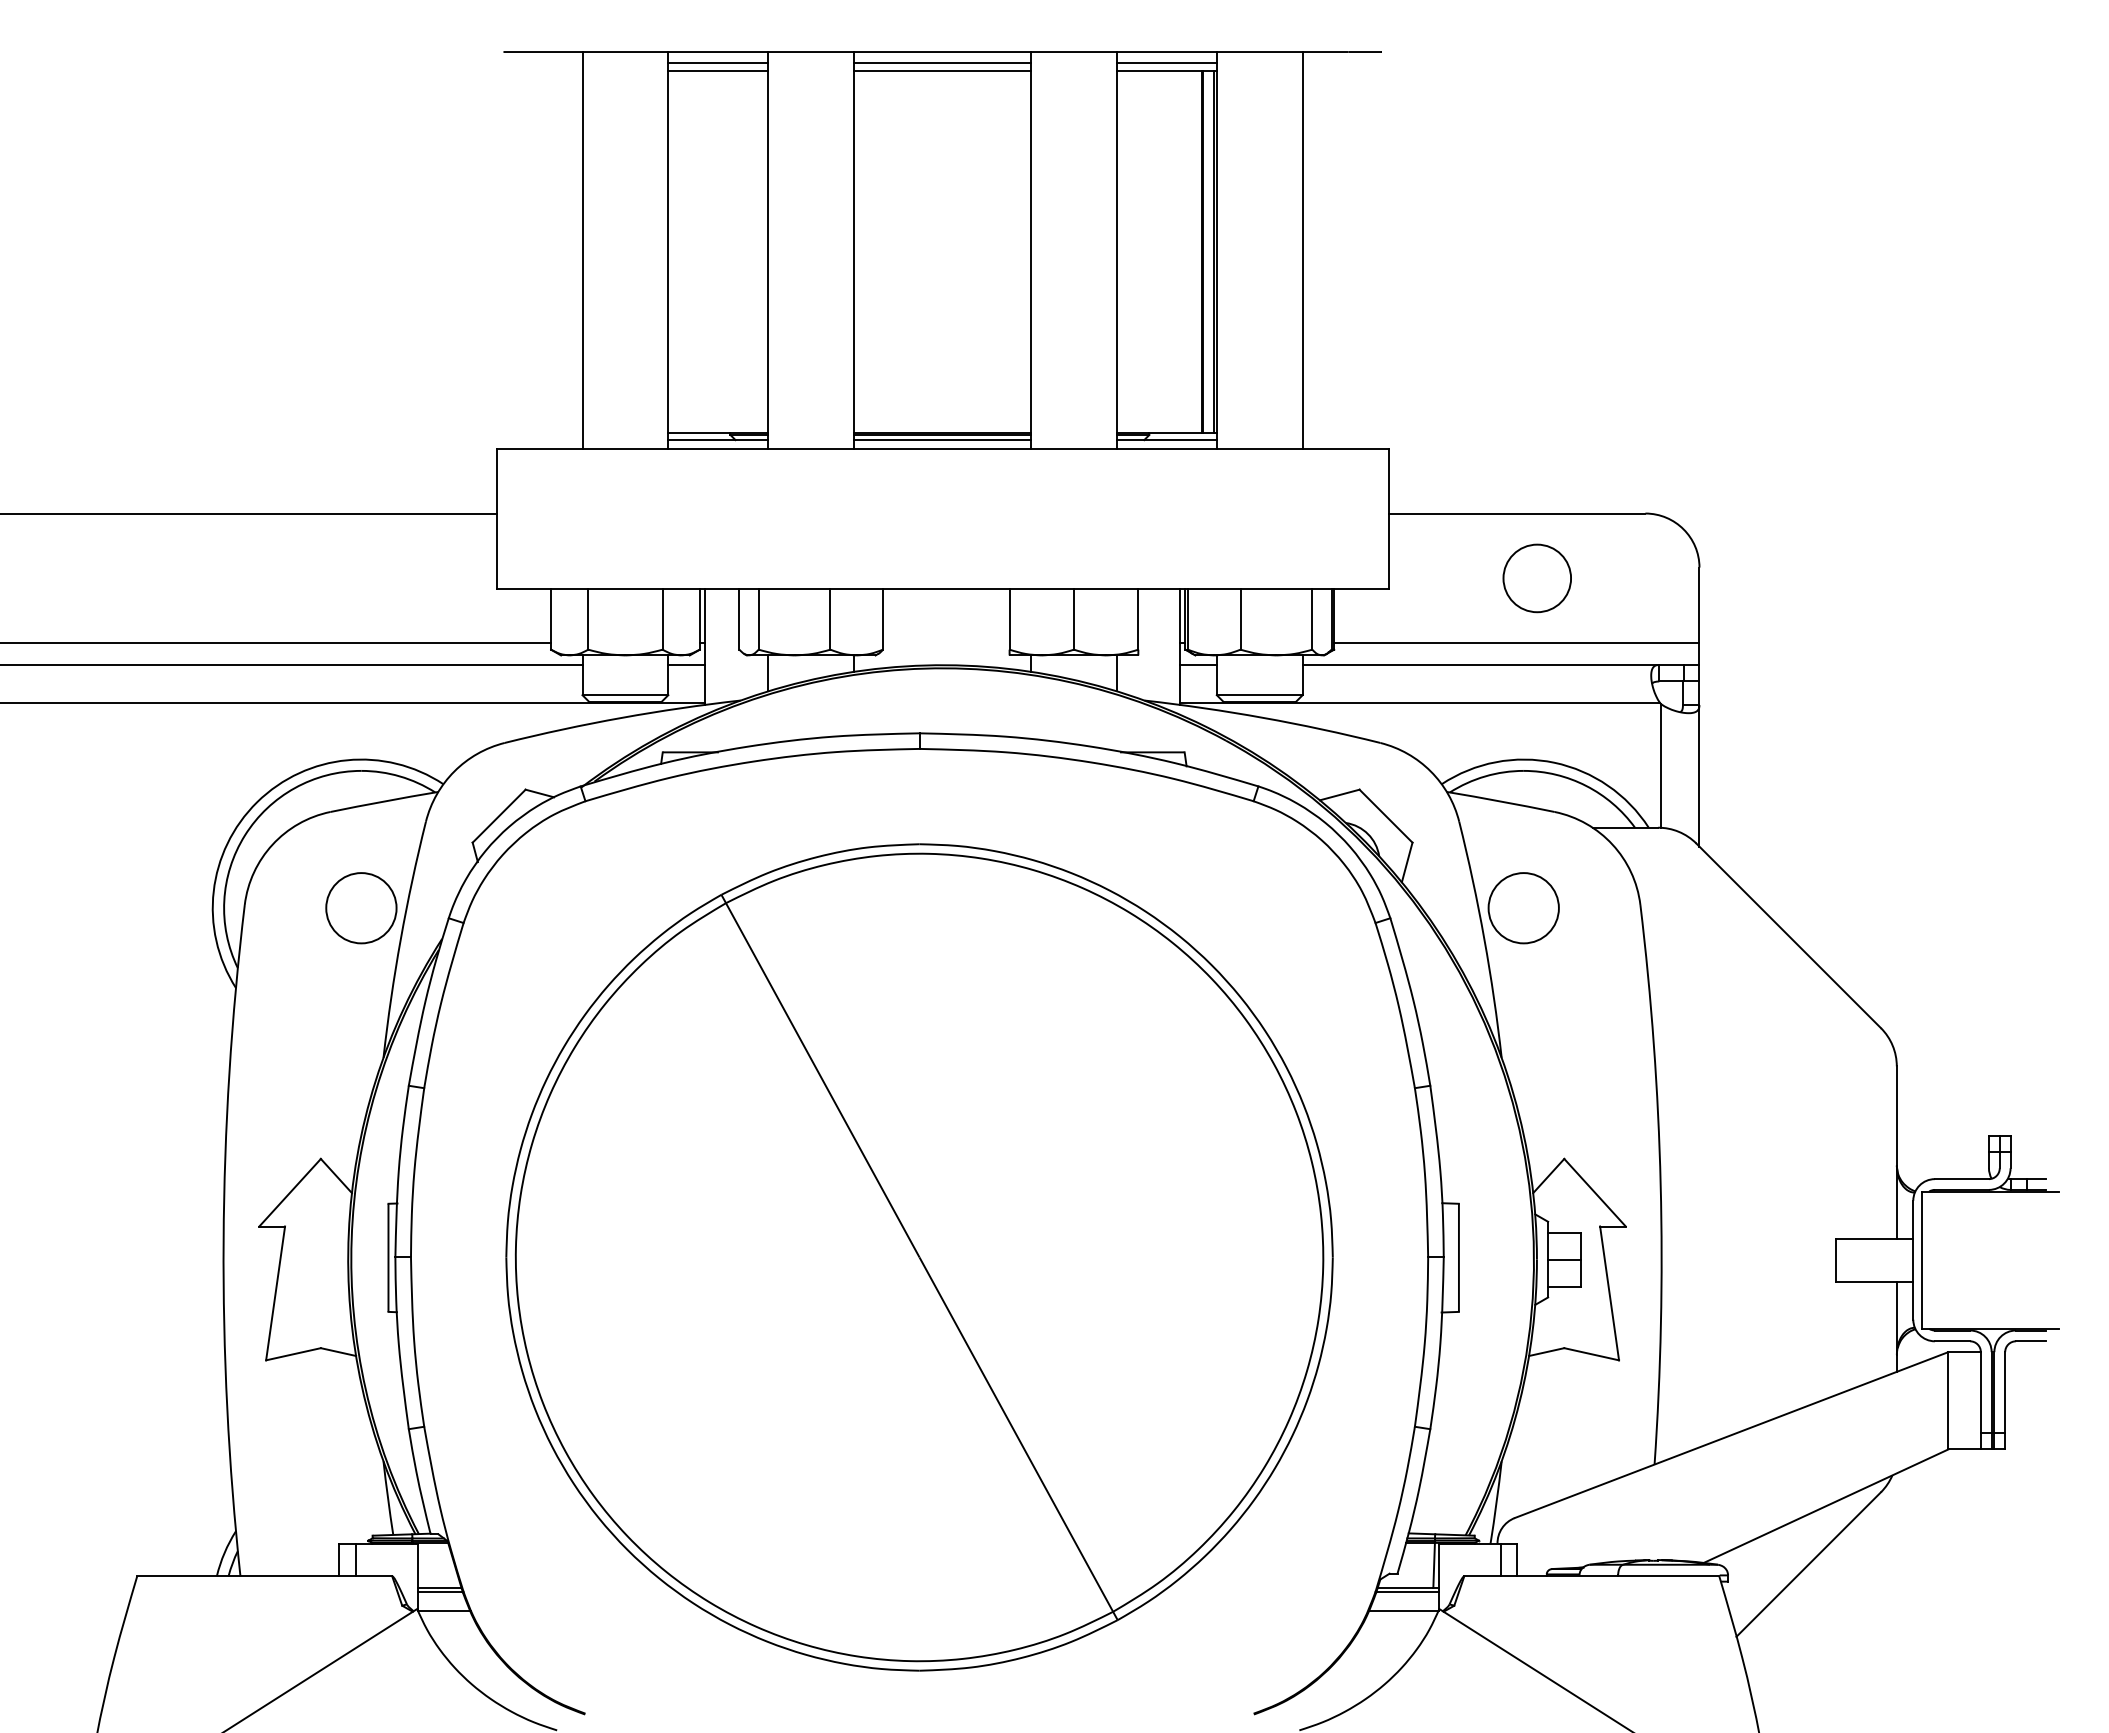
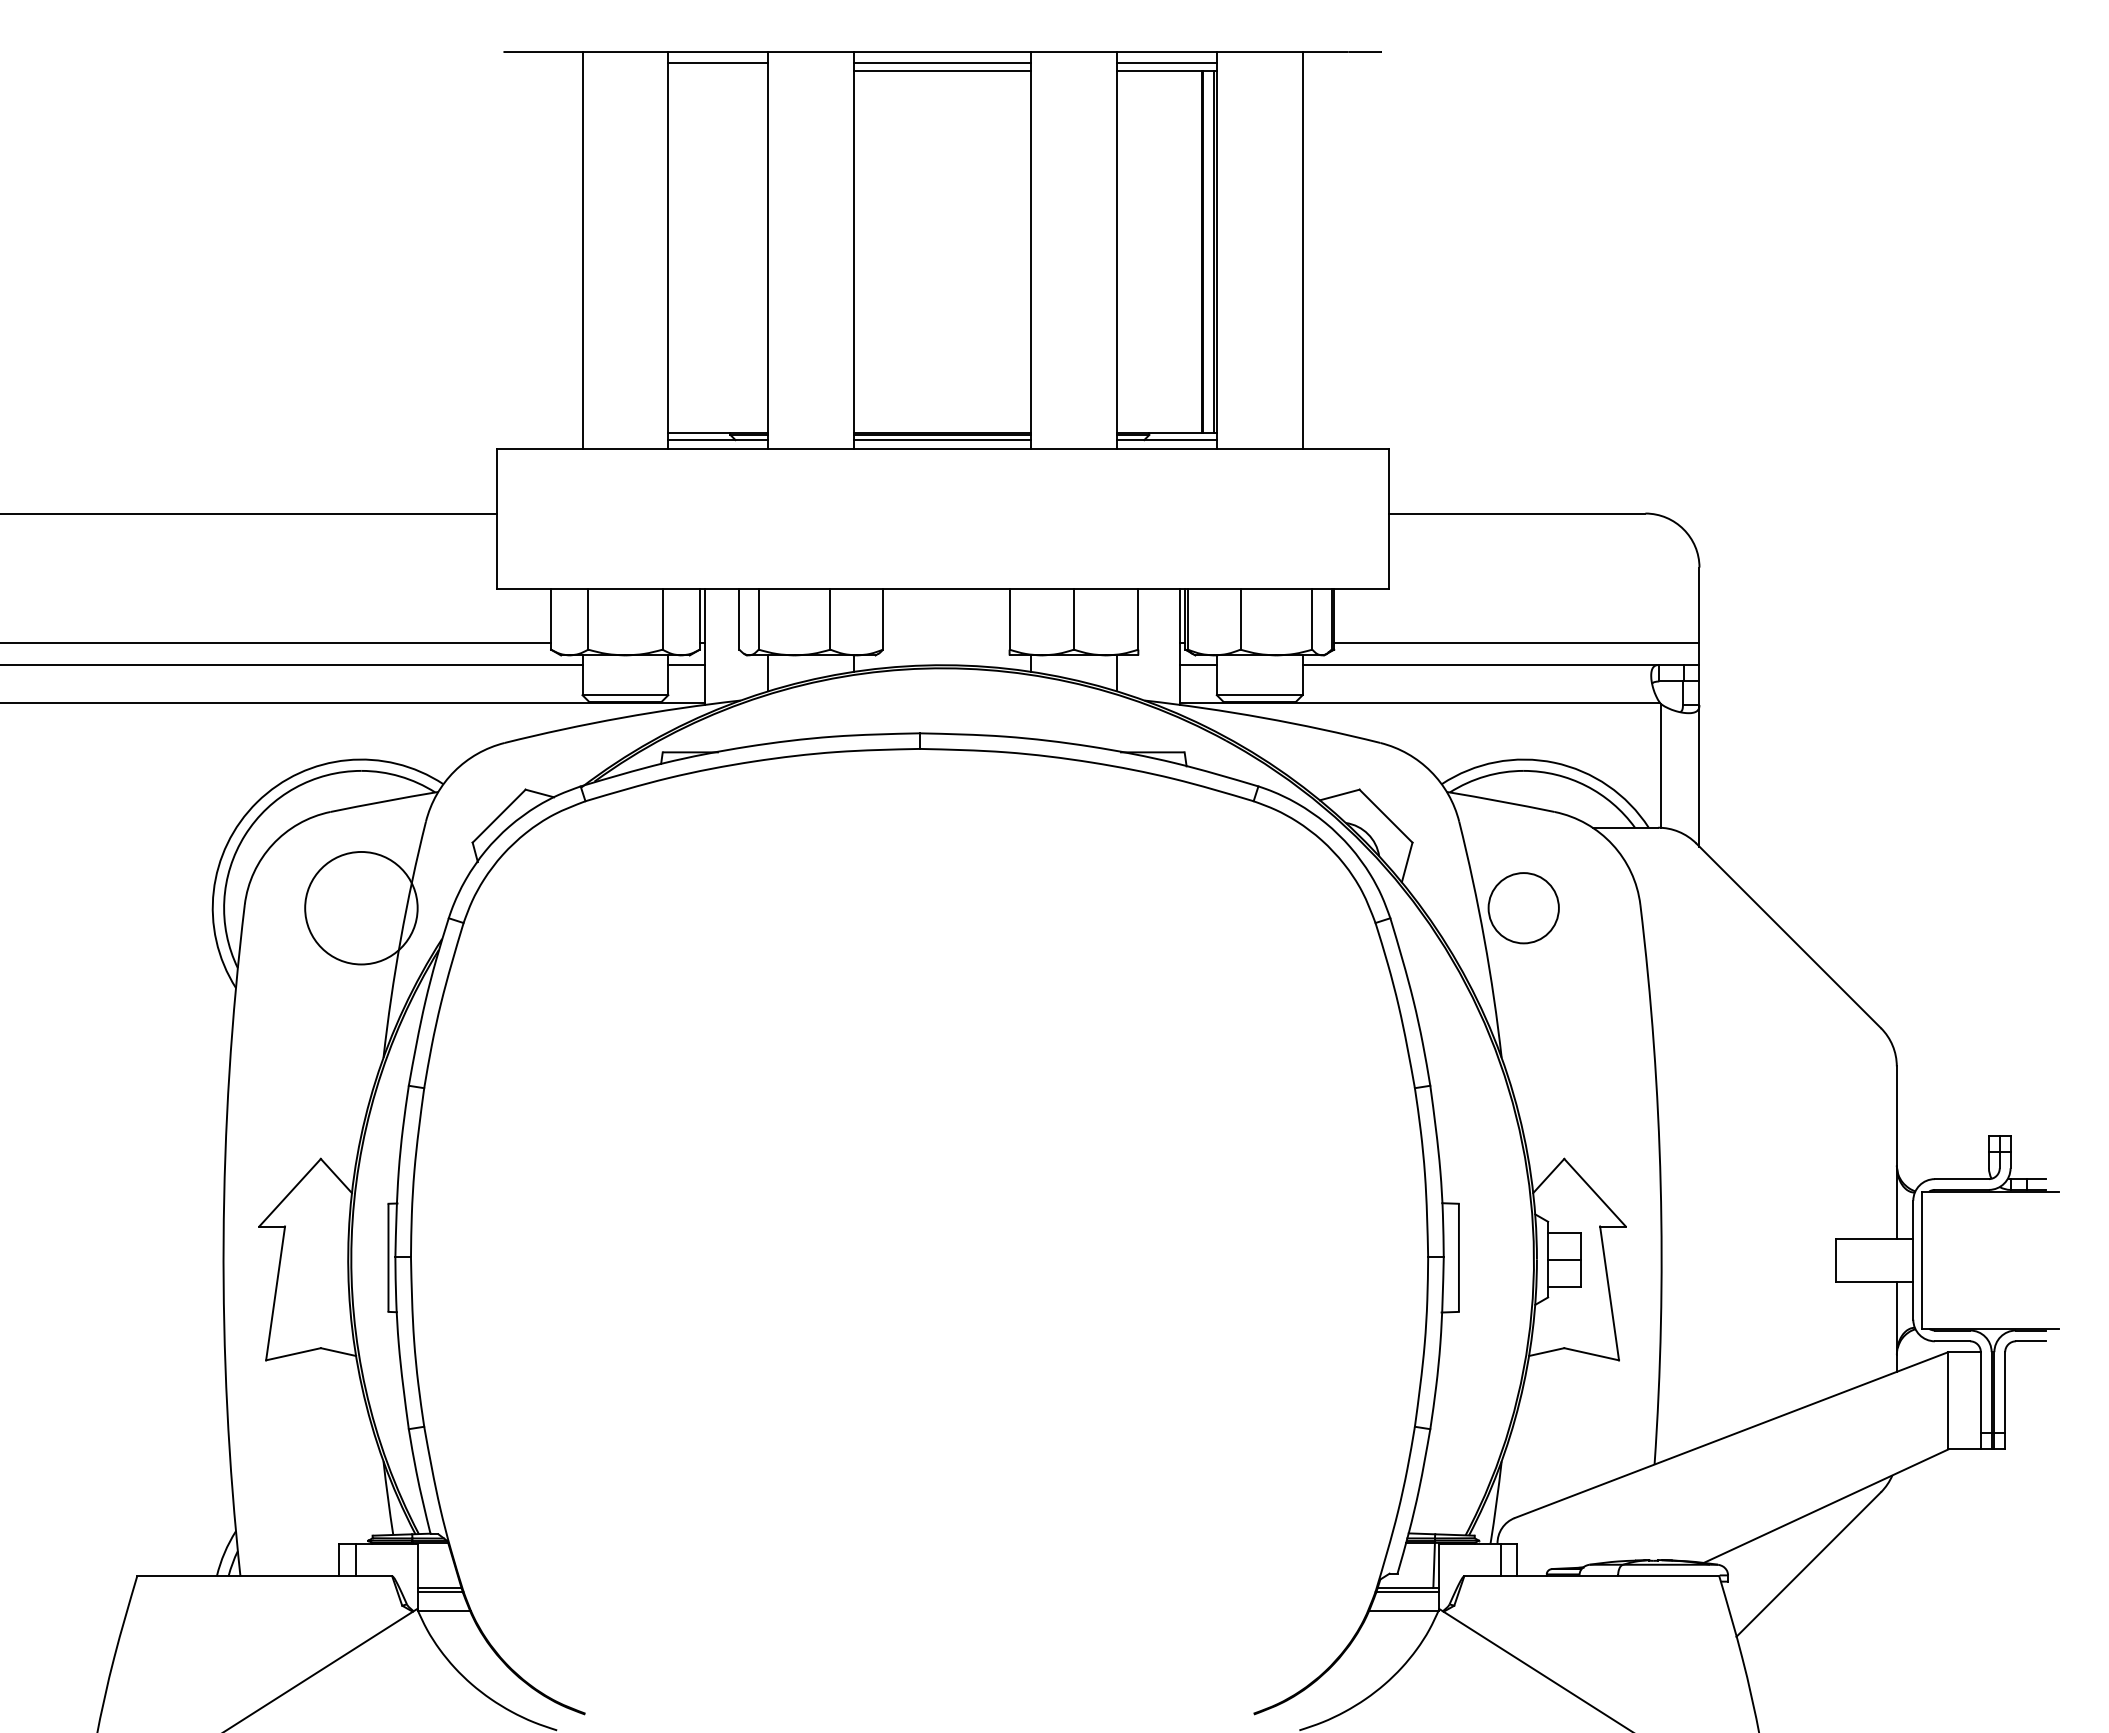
line at (718, 71): present -> none
circle at (1536, 578): present -> none
circle at (361, 908) diameter: 70 px -> 112 px
part at (919, 1257): present -> none
